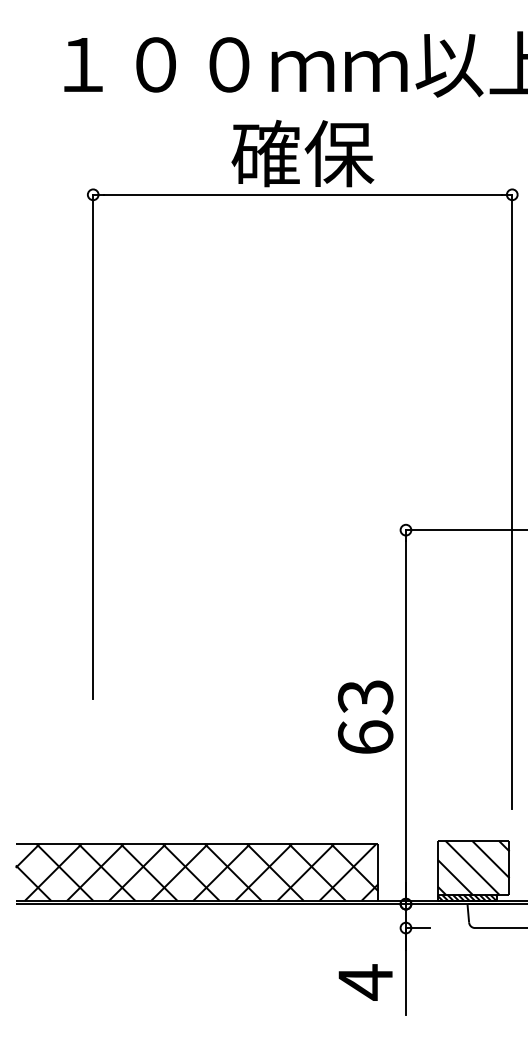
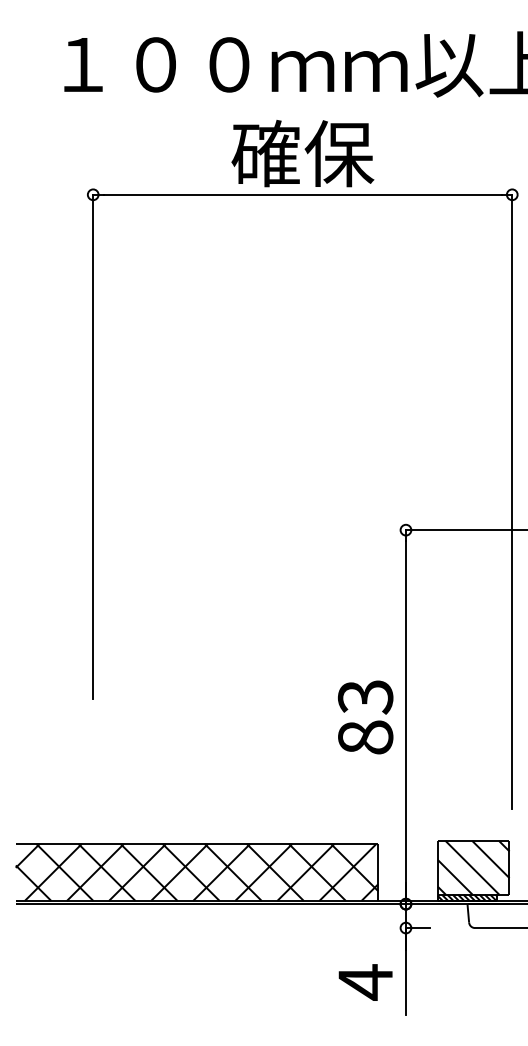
text at (365, 737): 63 -> 83
